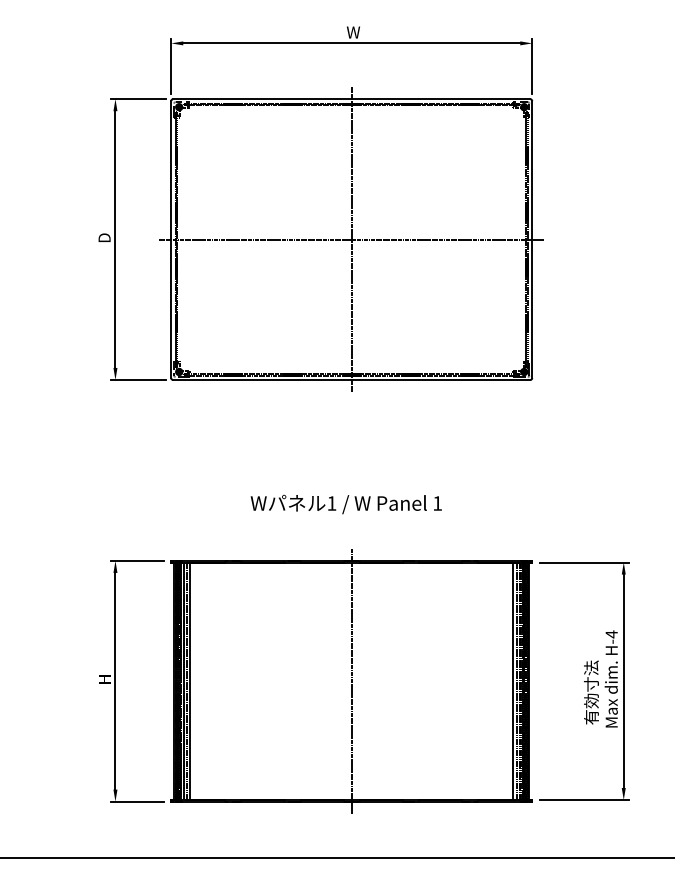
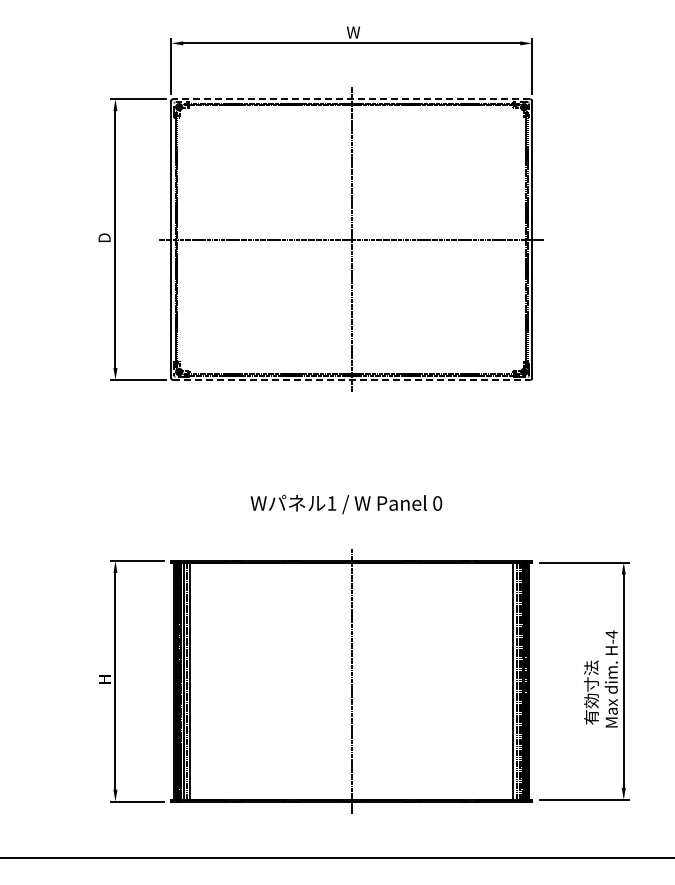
line at (351, 99): solid -> dashed
line at (351, 380): solid -> dashed
text at (437, 503): 1 -> 0
